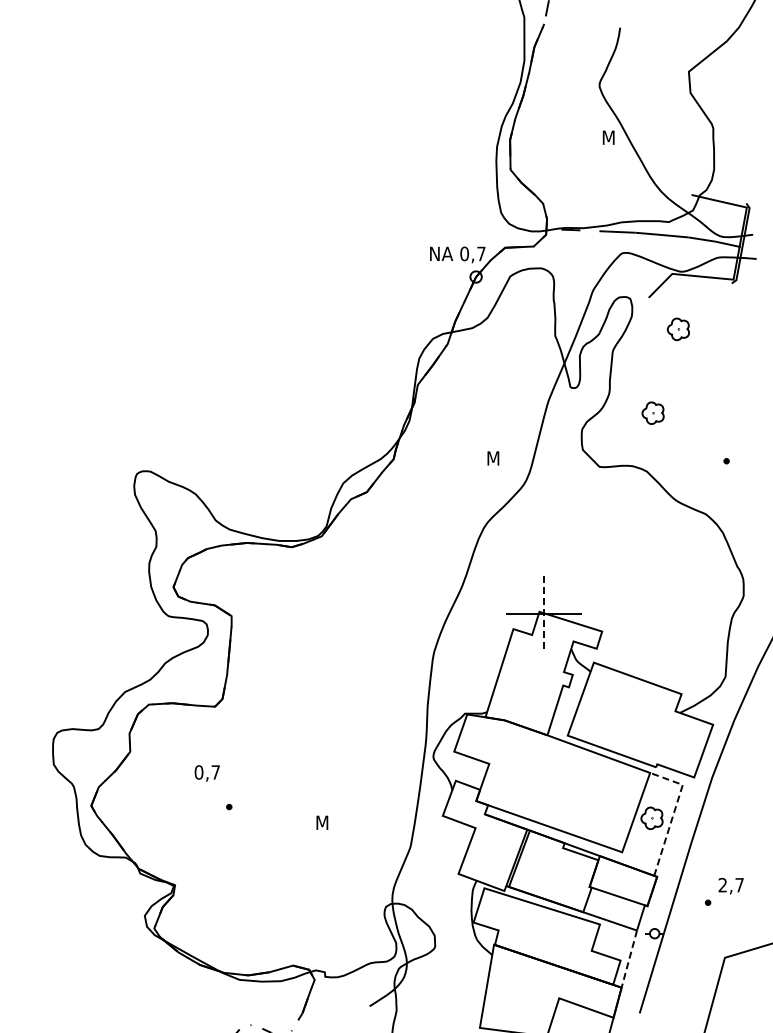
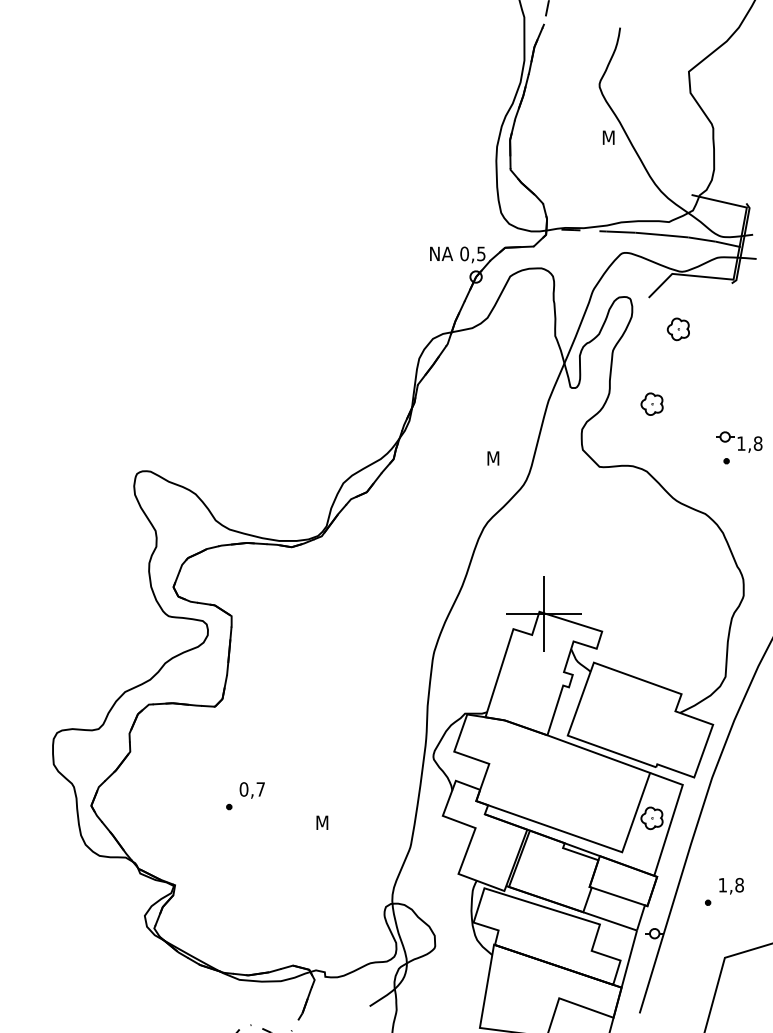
text at (481, 254): 0,7 -> 0,5
part at (652, 412) position: (652, 412) -> (651, 403)
part at (739, 441): none -> present
line at (543, 614): dashed -> solid
text at (206, 773) position: (206, 773) -> (251, 790)
line at (673, 813): dashed -> solid
text at (730, 884): 2,7 -> 1,8
line at (629, 959): dashed -> solid
